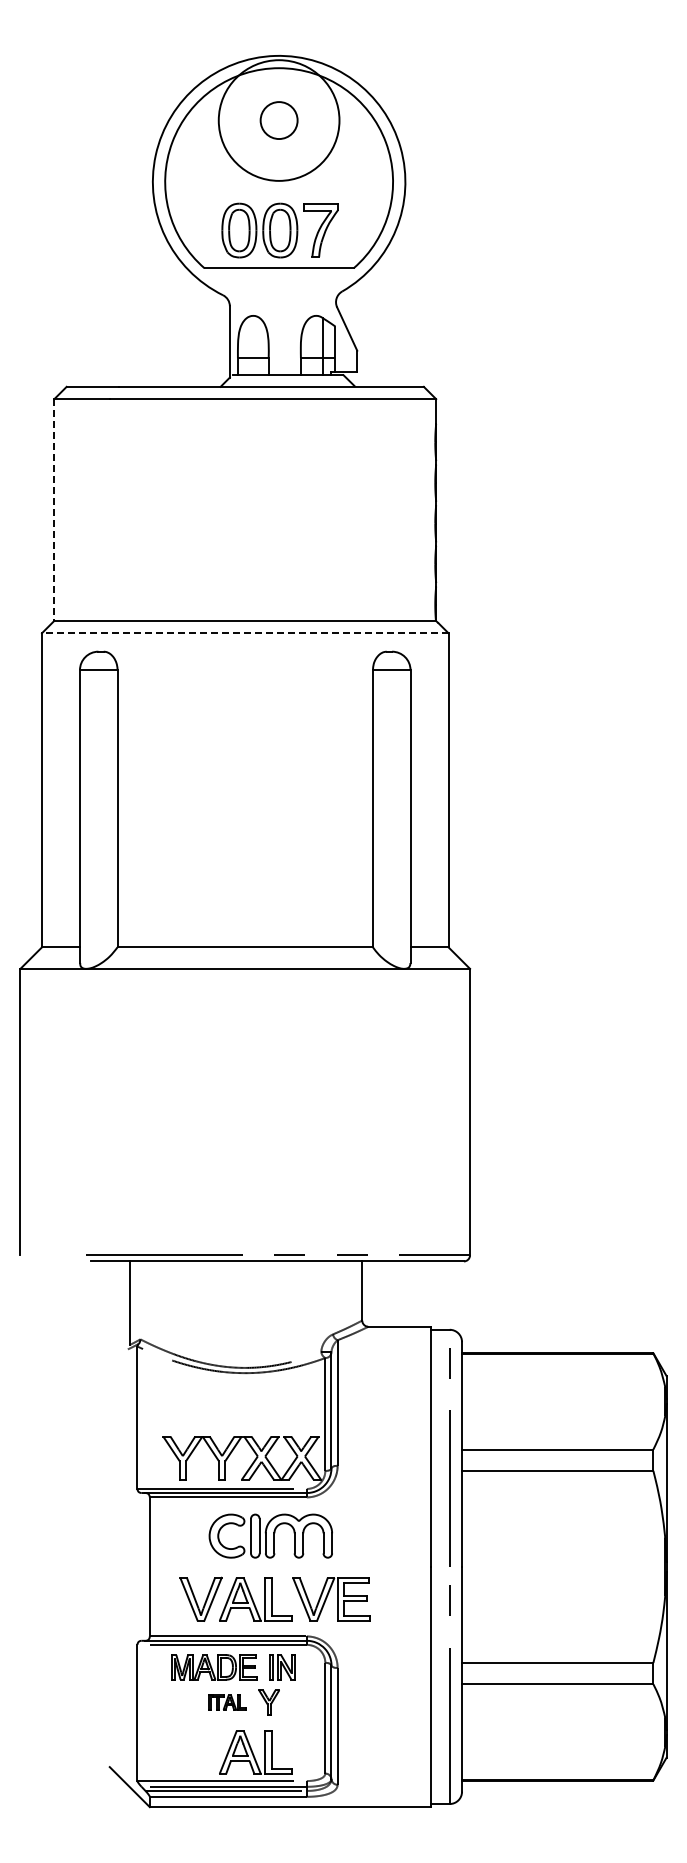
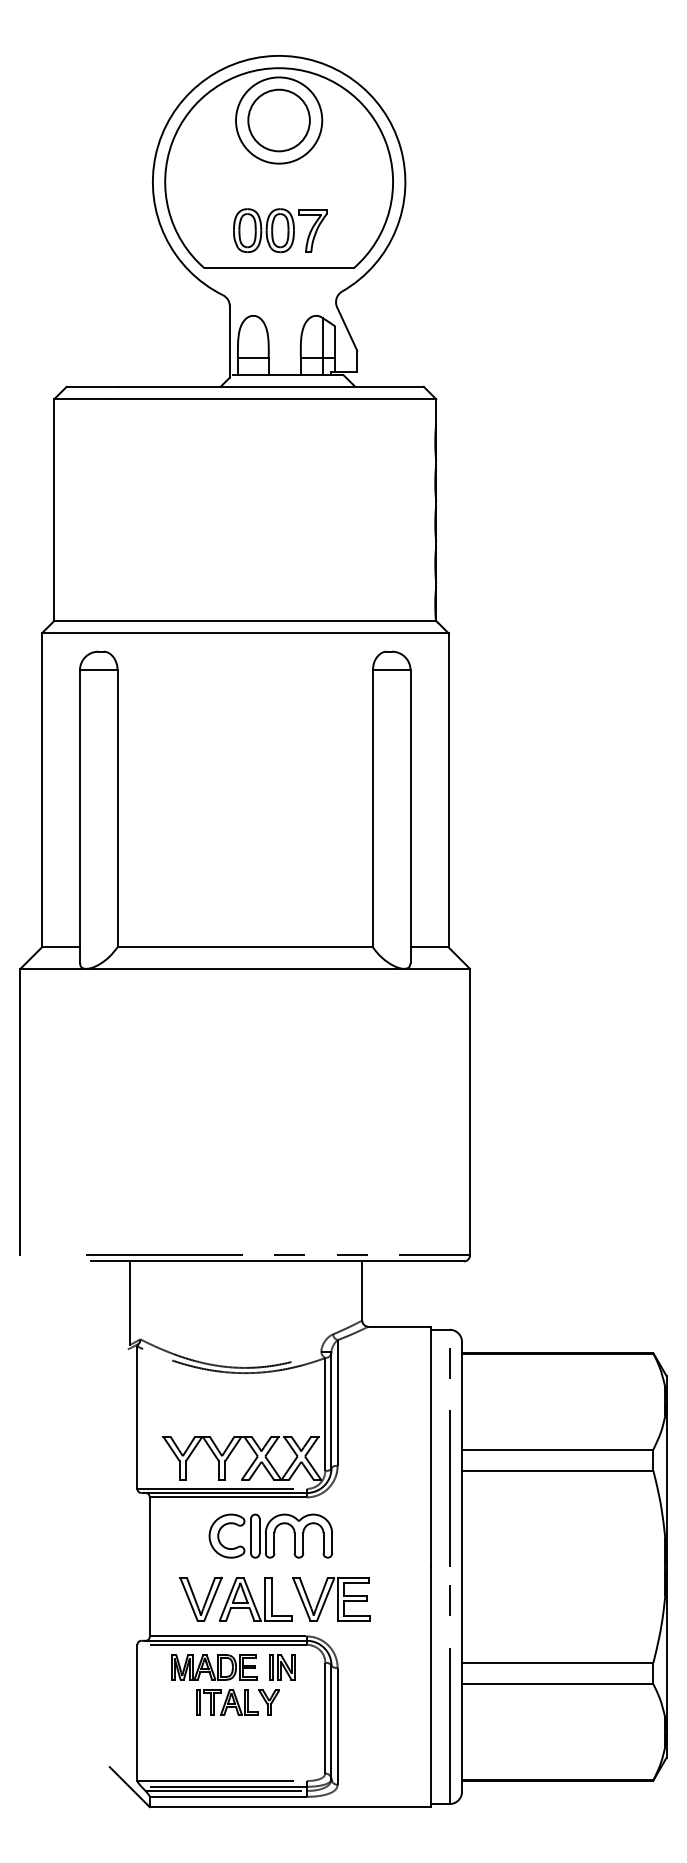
circle at (278, 120) diameter: 121 px -> 86 px
circle at (278, 120) diameter: 37 px -> 62 px
part at (279, 230) size: 118x57 px -> 95x46 px
line at (54, 510): dashed -> solid
line at (244, 633): dashed -> solid
part at (227, 1702) size: 39x17 px -> 63x27 px
part at (255, 1752): present -> none
